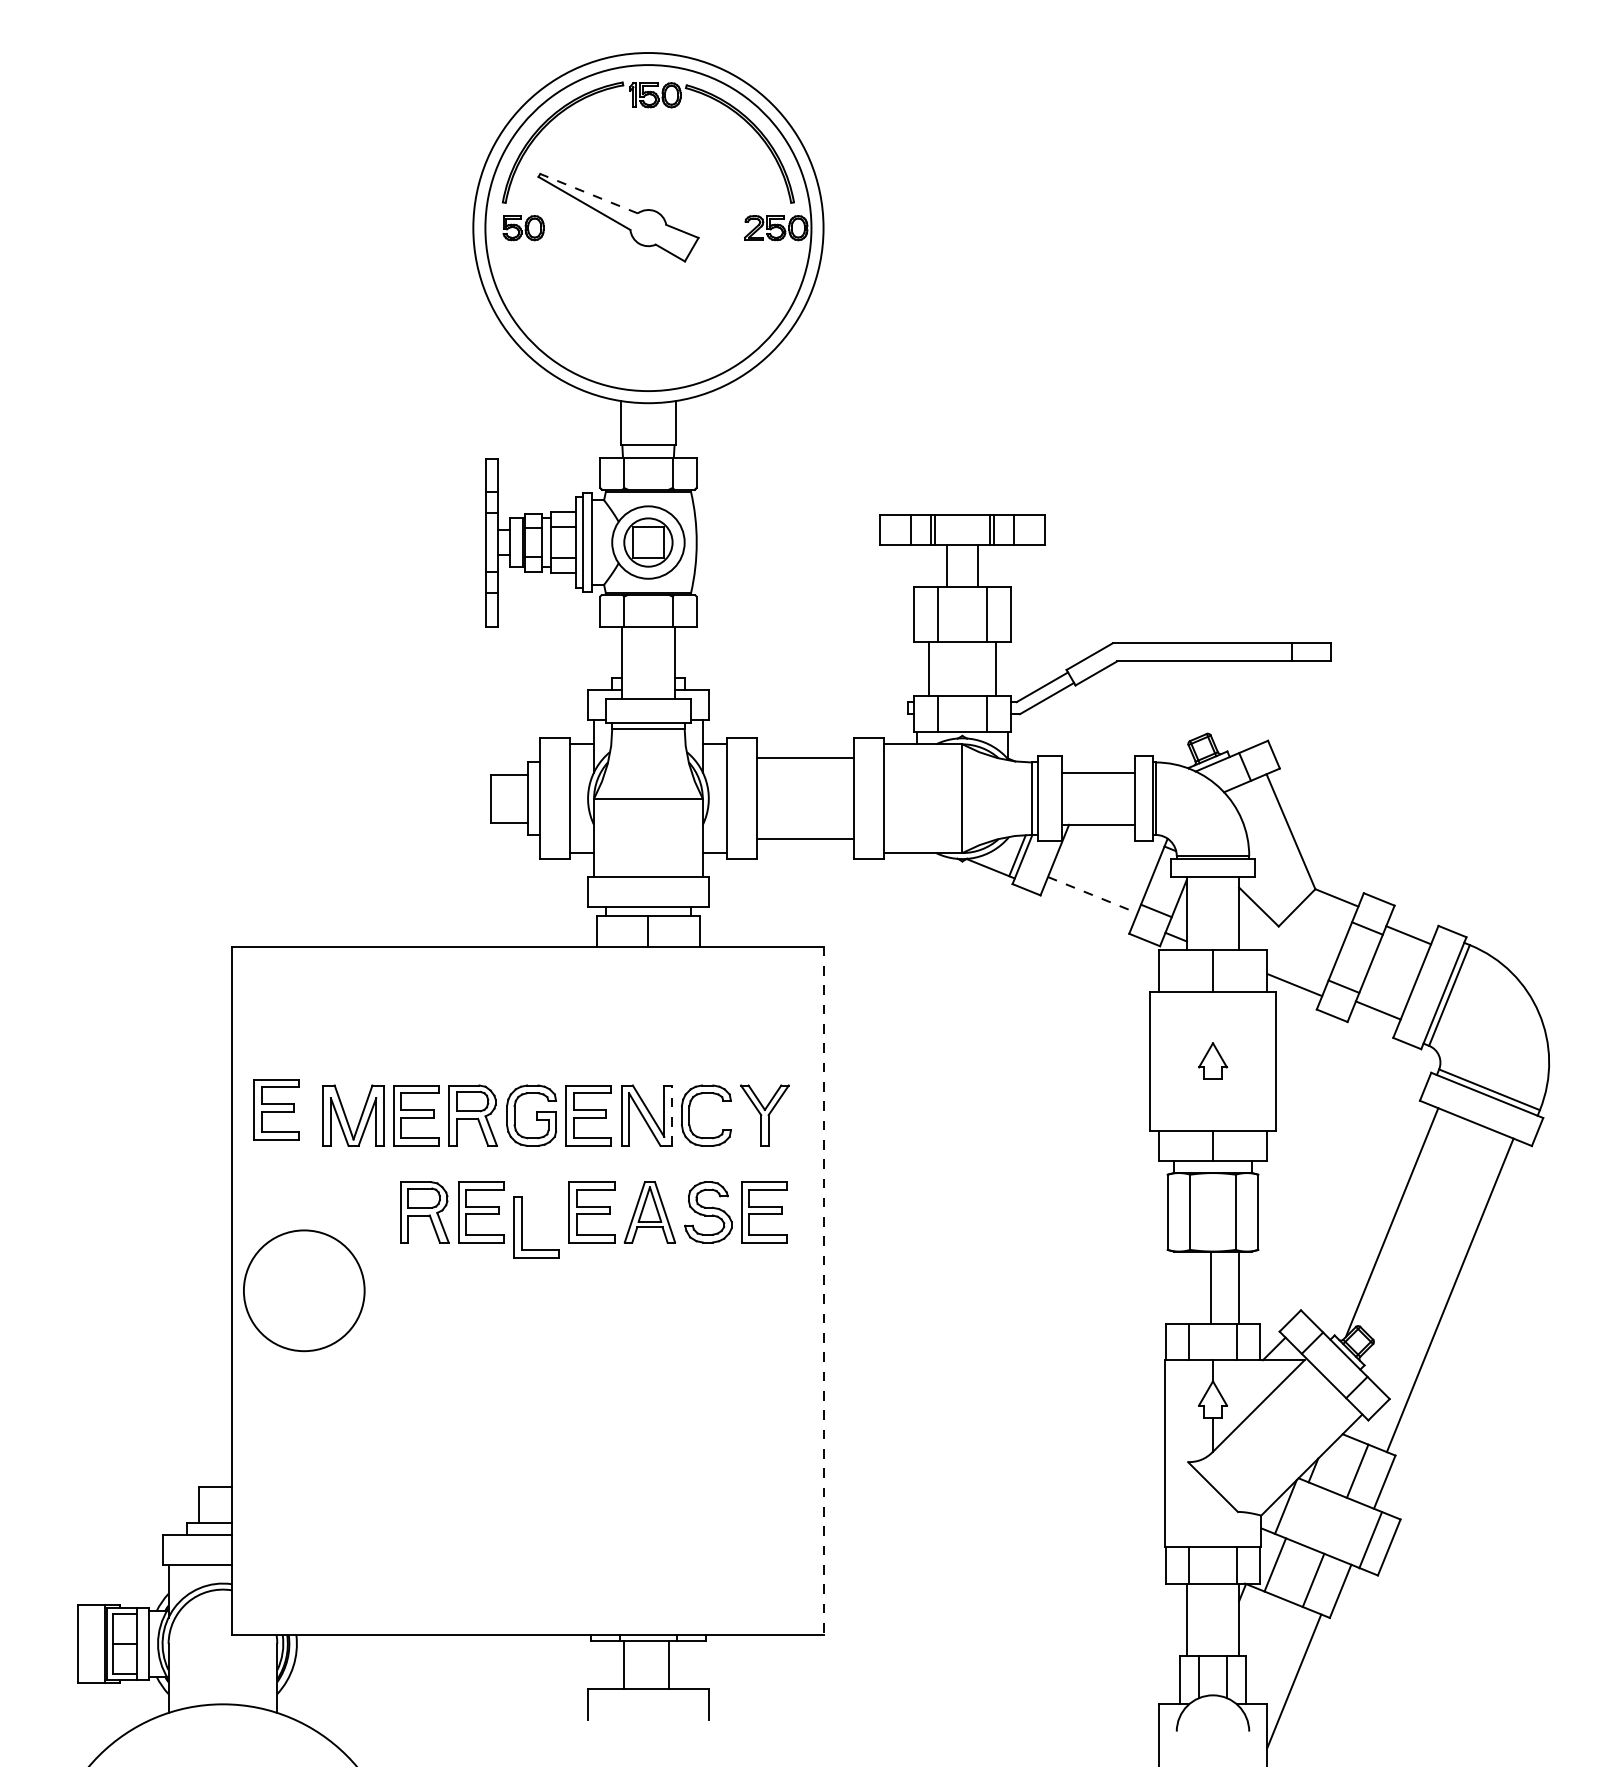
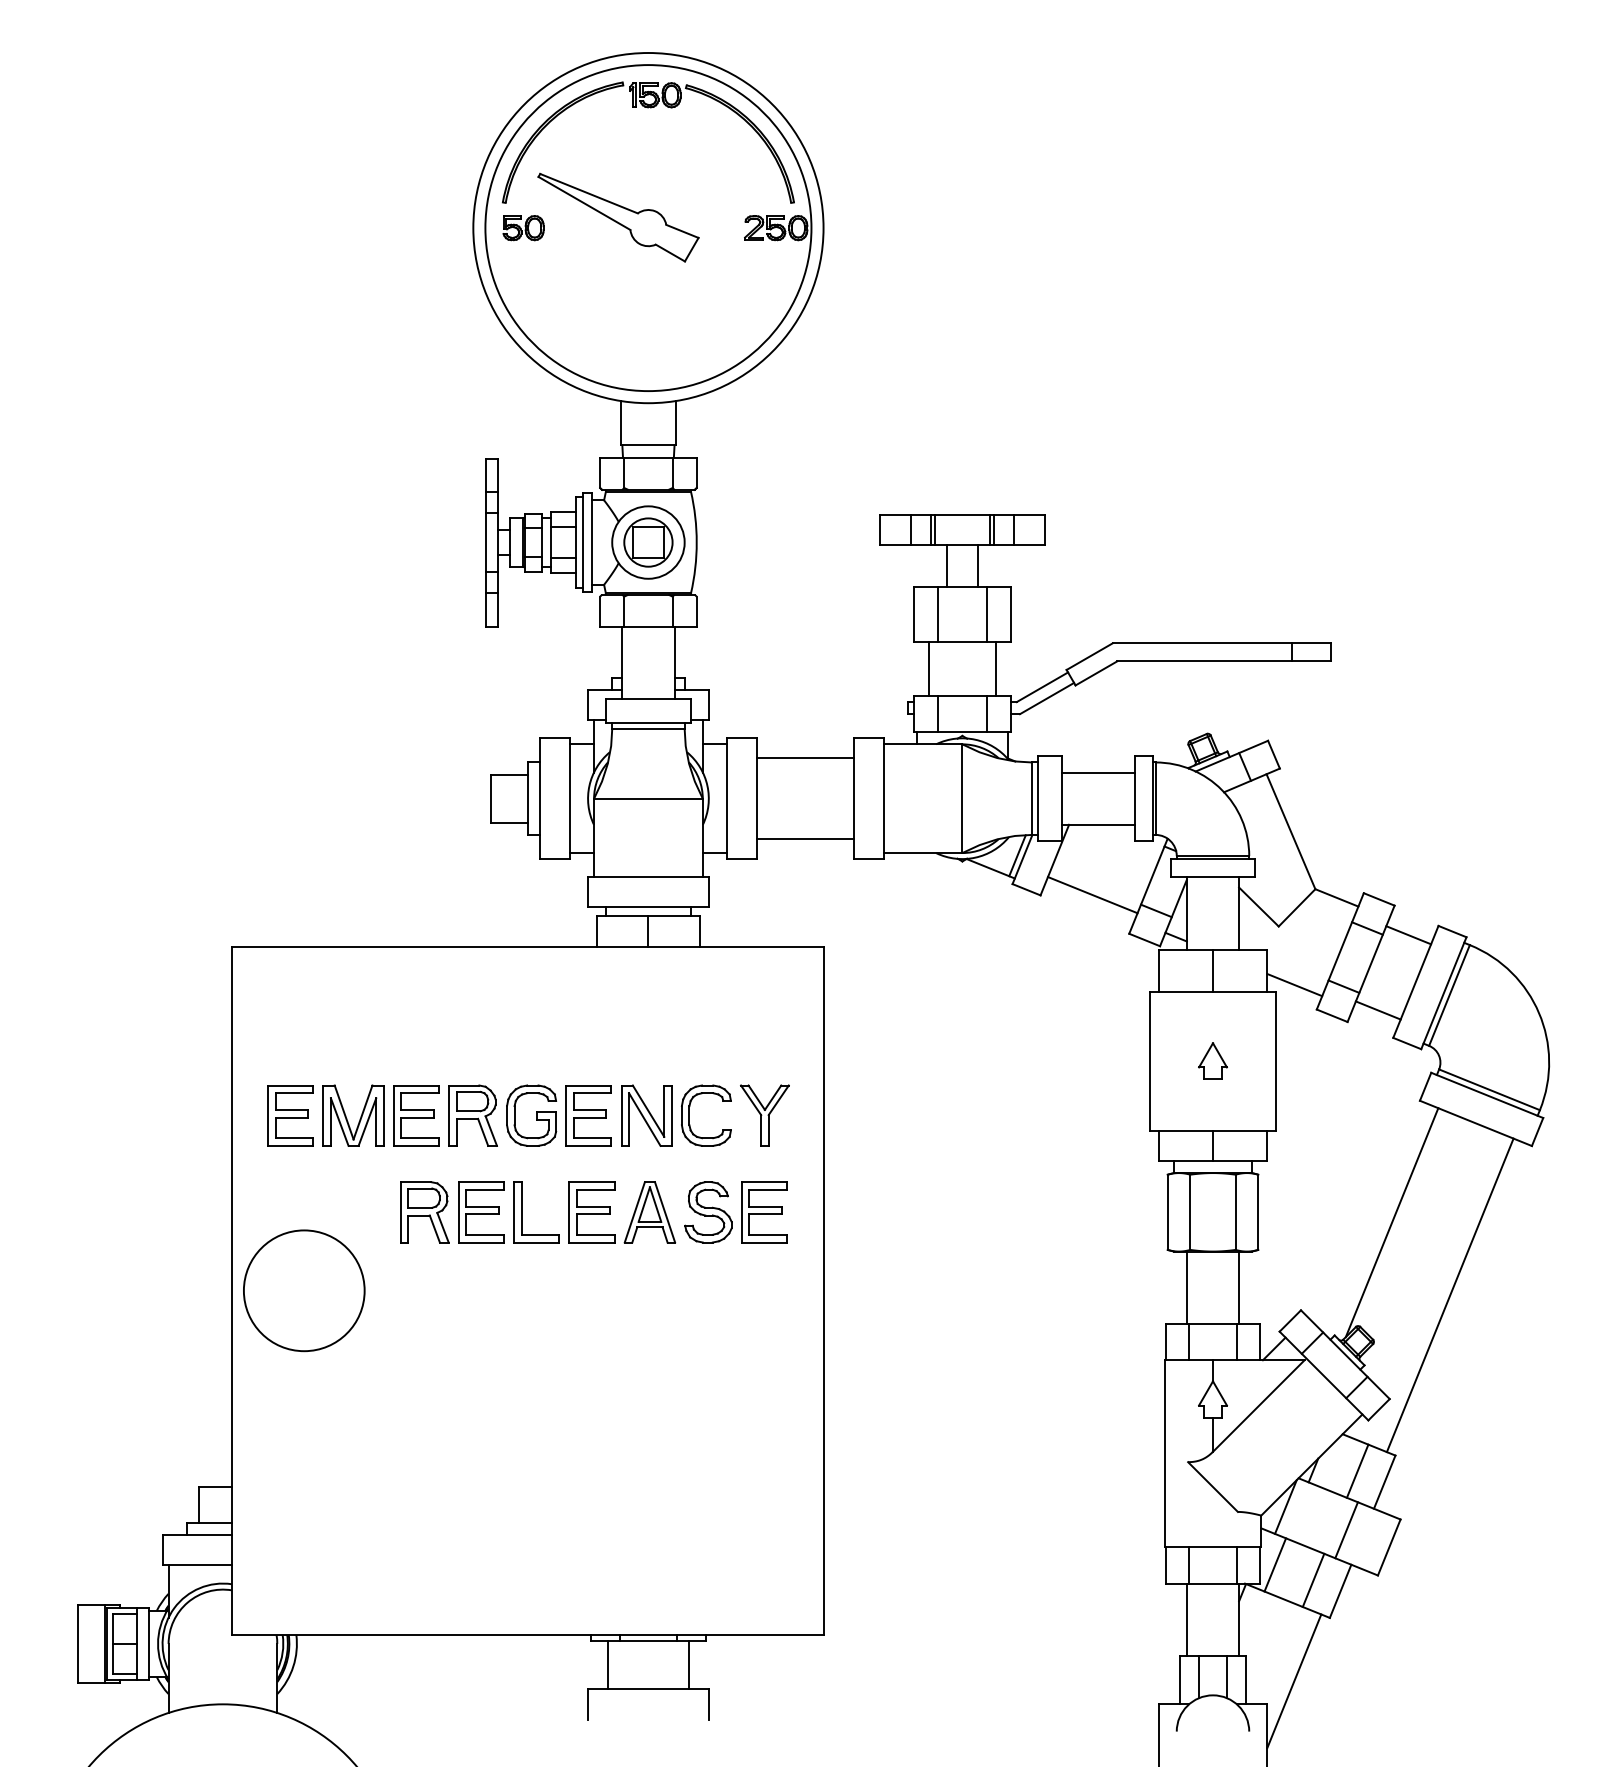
line at (589, 193): dashed -> solid
line at (1093, 895): dashed -> solid
part at (276, 1109) position: (276, 1109) -> (290, 1115)
line at (671, 1115): dashed -> solid
part at (522, 1227) position: (522, 1227) -> (522, 1212)
line at (1210, 1287) position: (1210, 1287) -> (1186, 1287)
line at (823, 1291): dashed -> solid
line at (1370, 1540) position: (1370, 1540) -> (1346, 1530)
line at (623, 1665) position: (623, 1665) -> (607, 1665)
line at (669, 1665) position: (669, 1665) -> (689, 1665)
